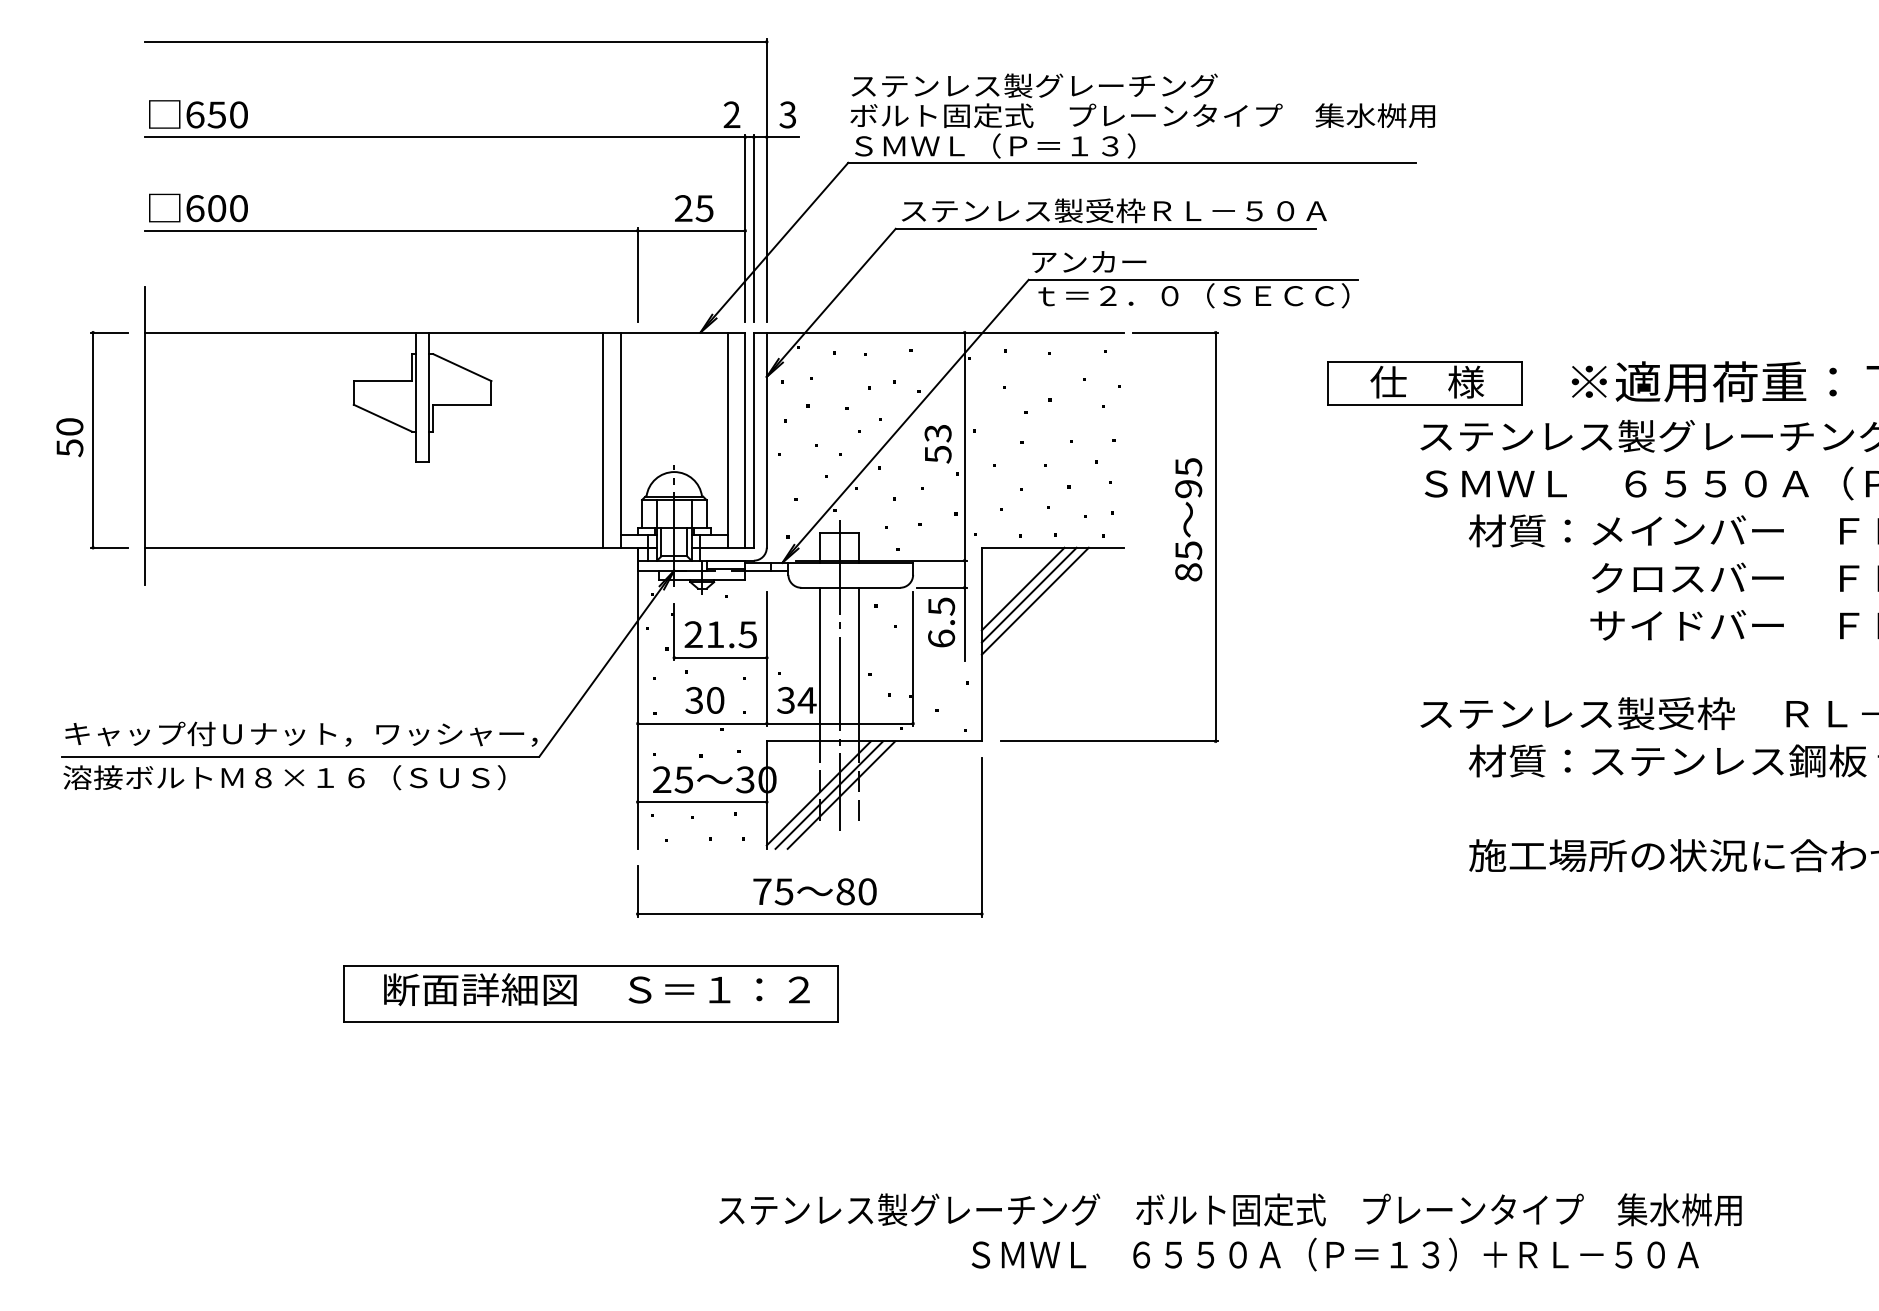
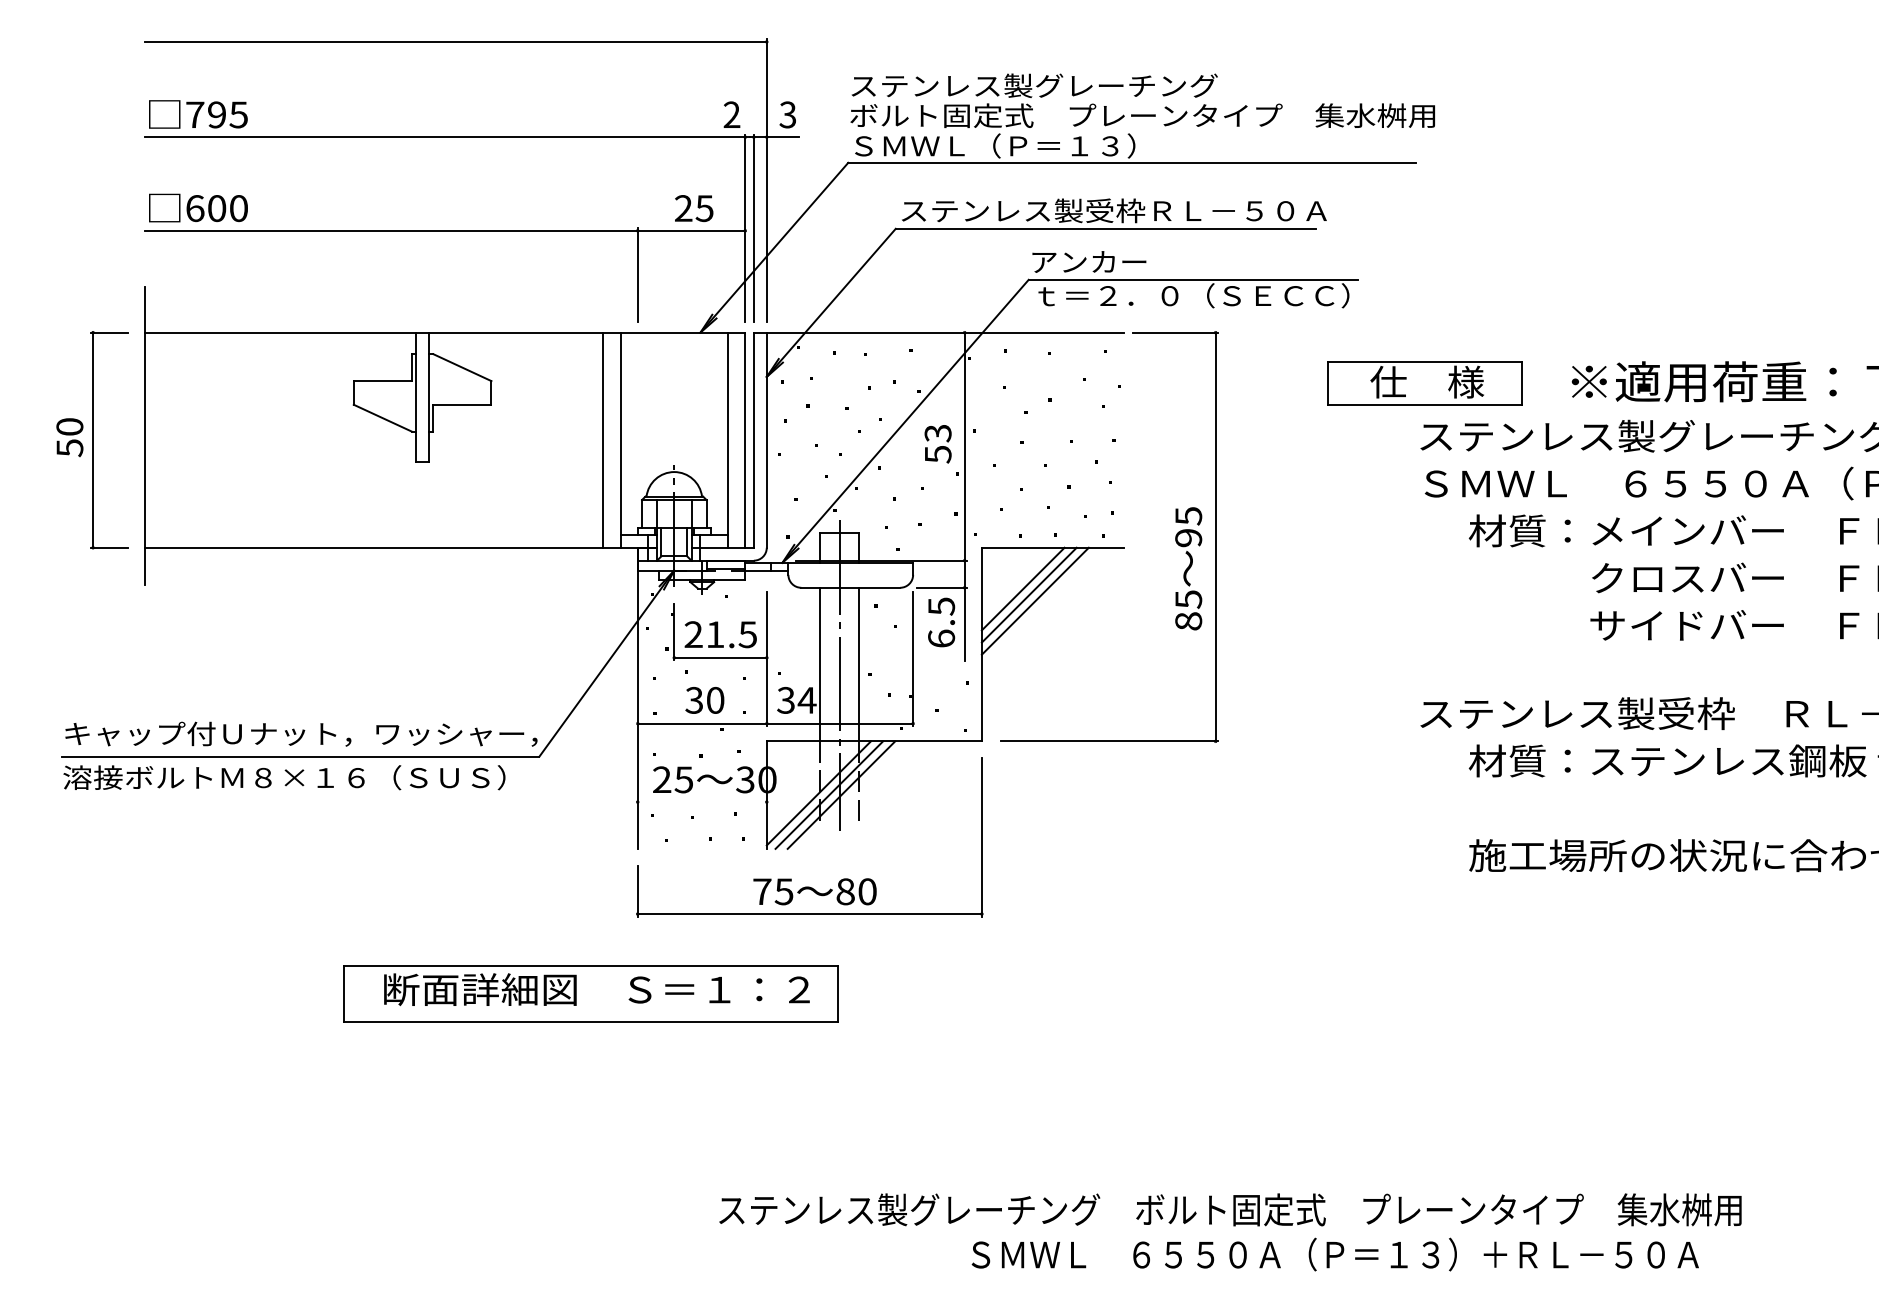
text at (216, 114): 650 -> 795
text at (1188, 519) position: (1188, 519) -> (1188, 568)
line at (701, 802): present -> none
